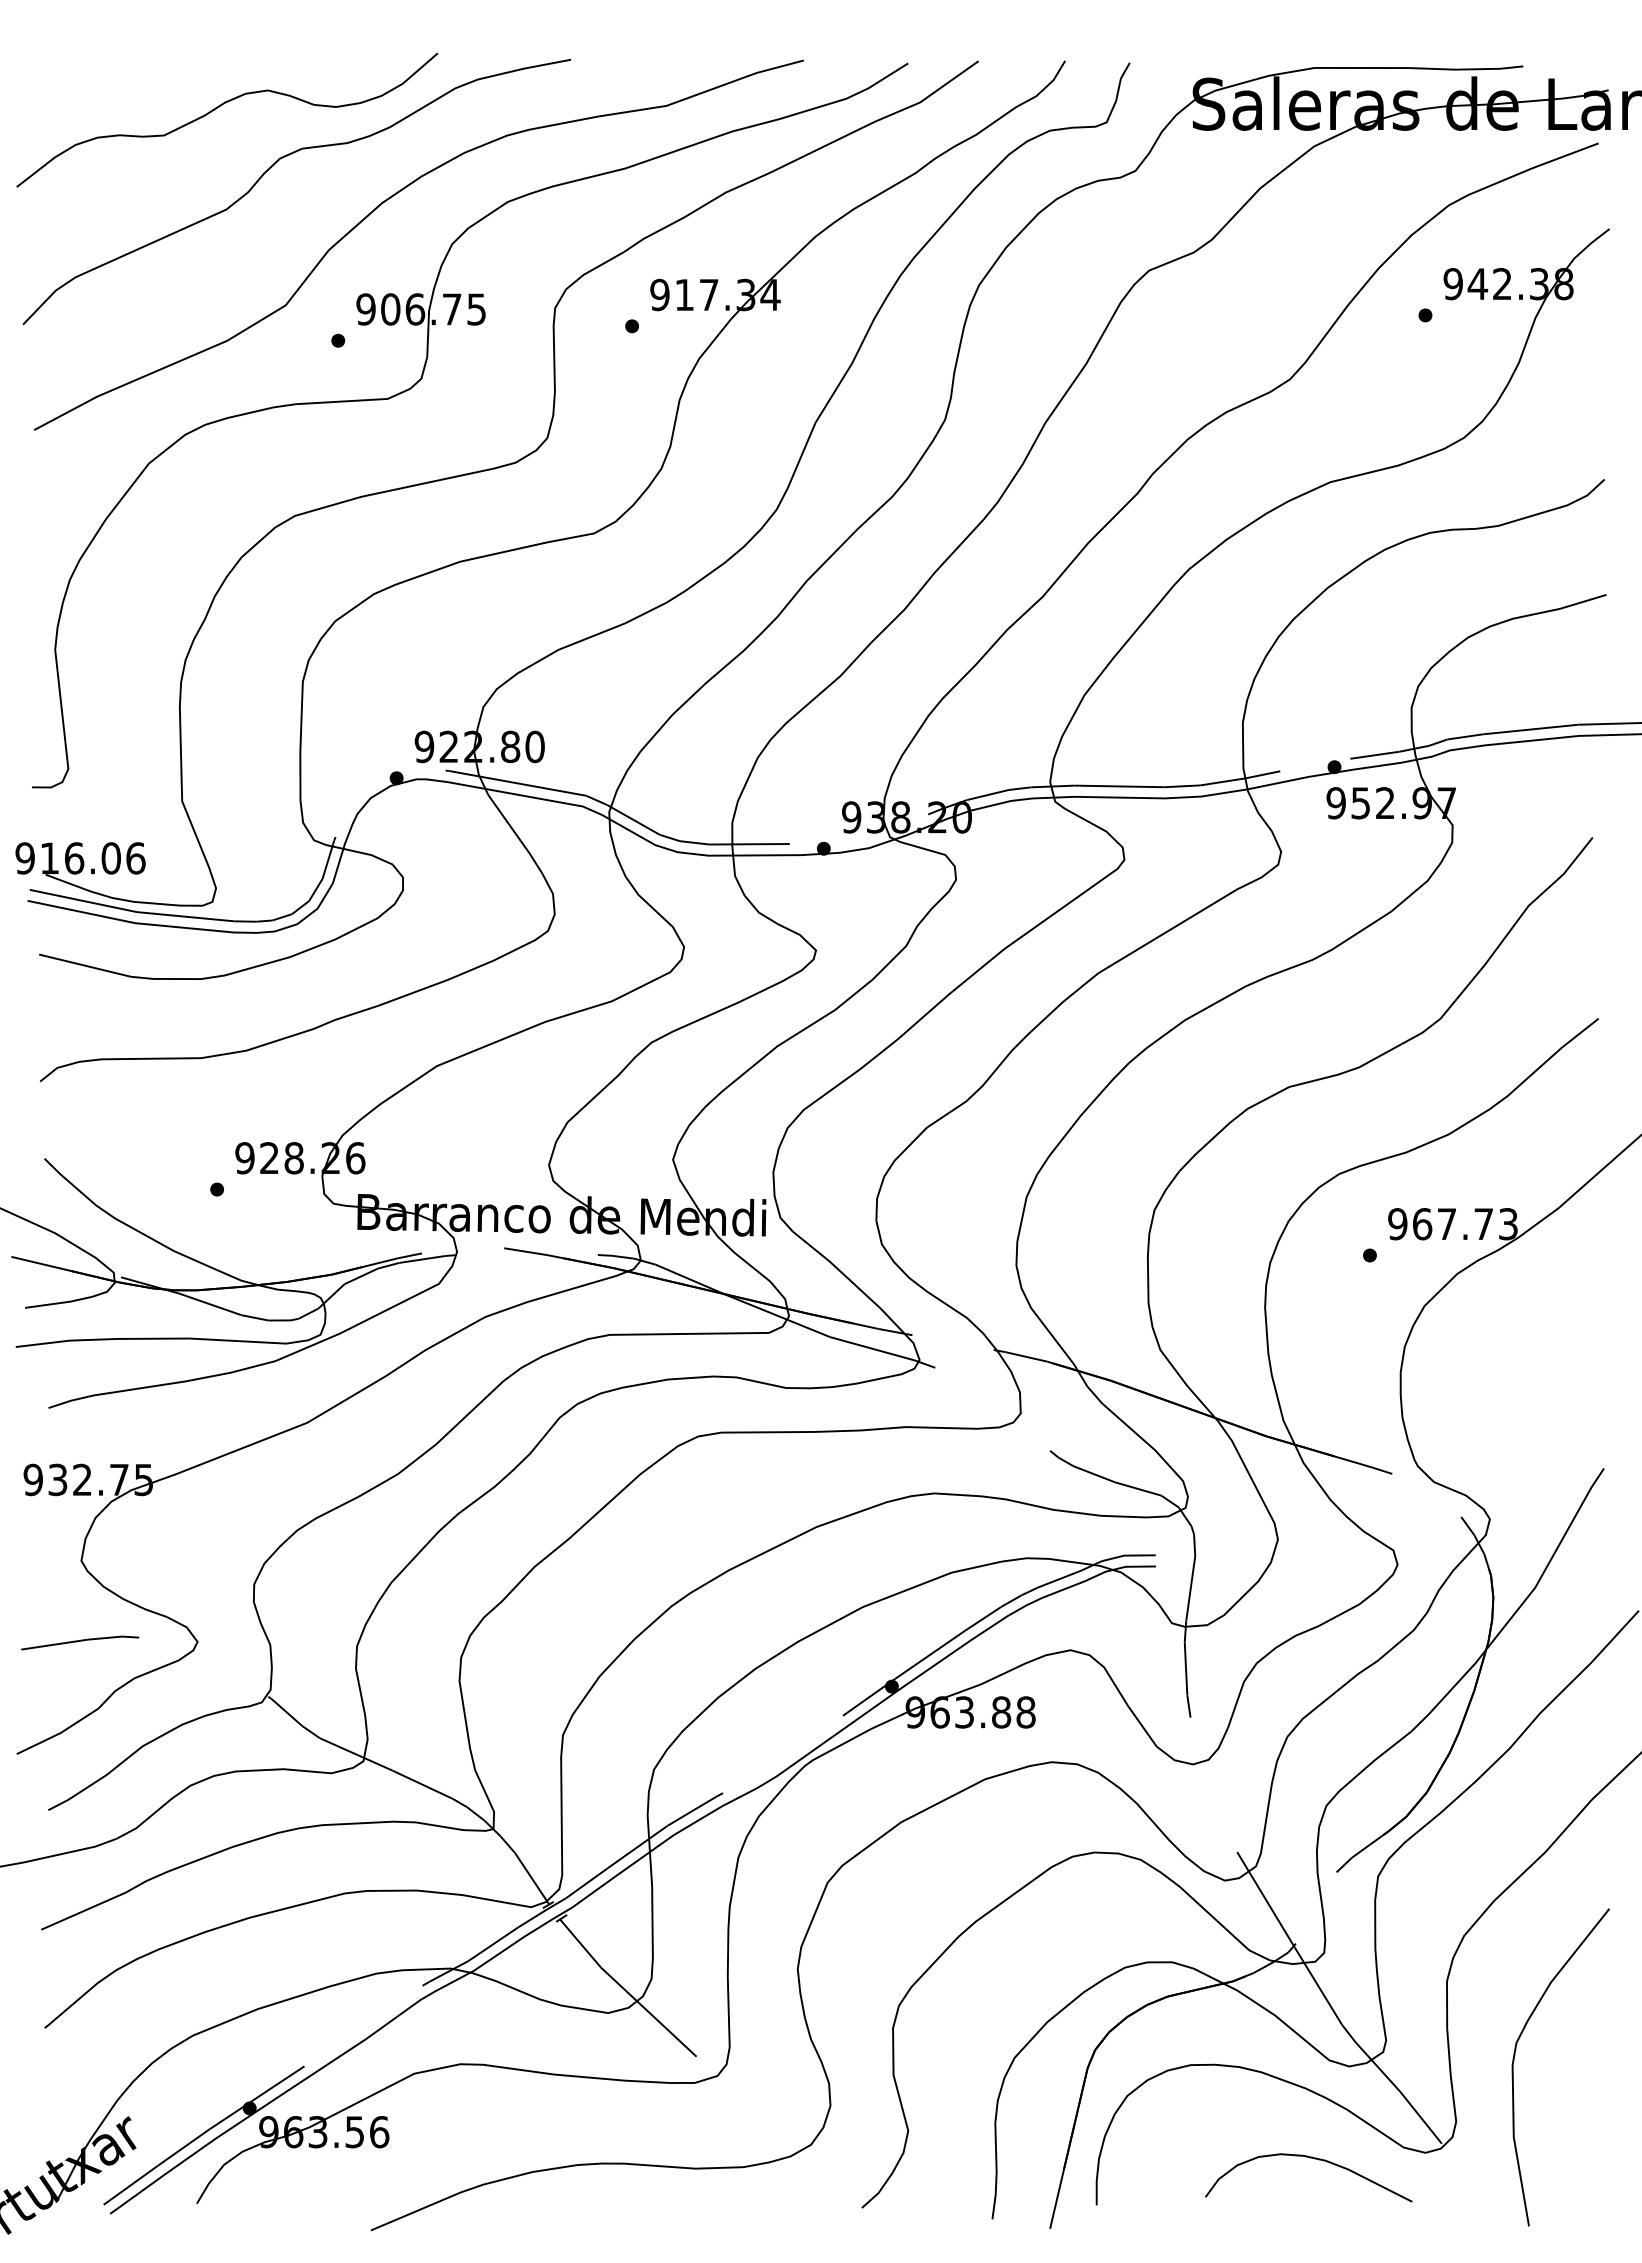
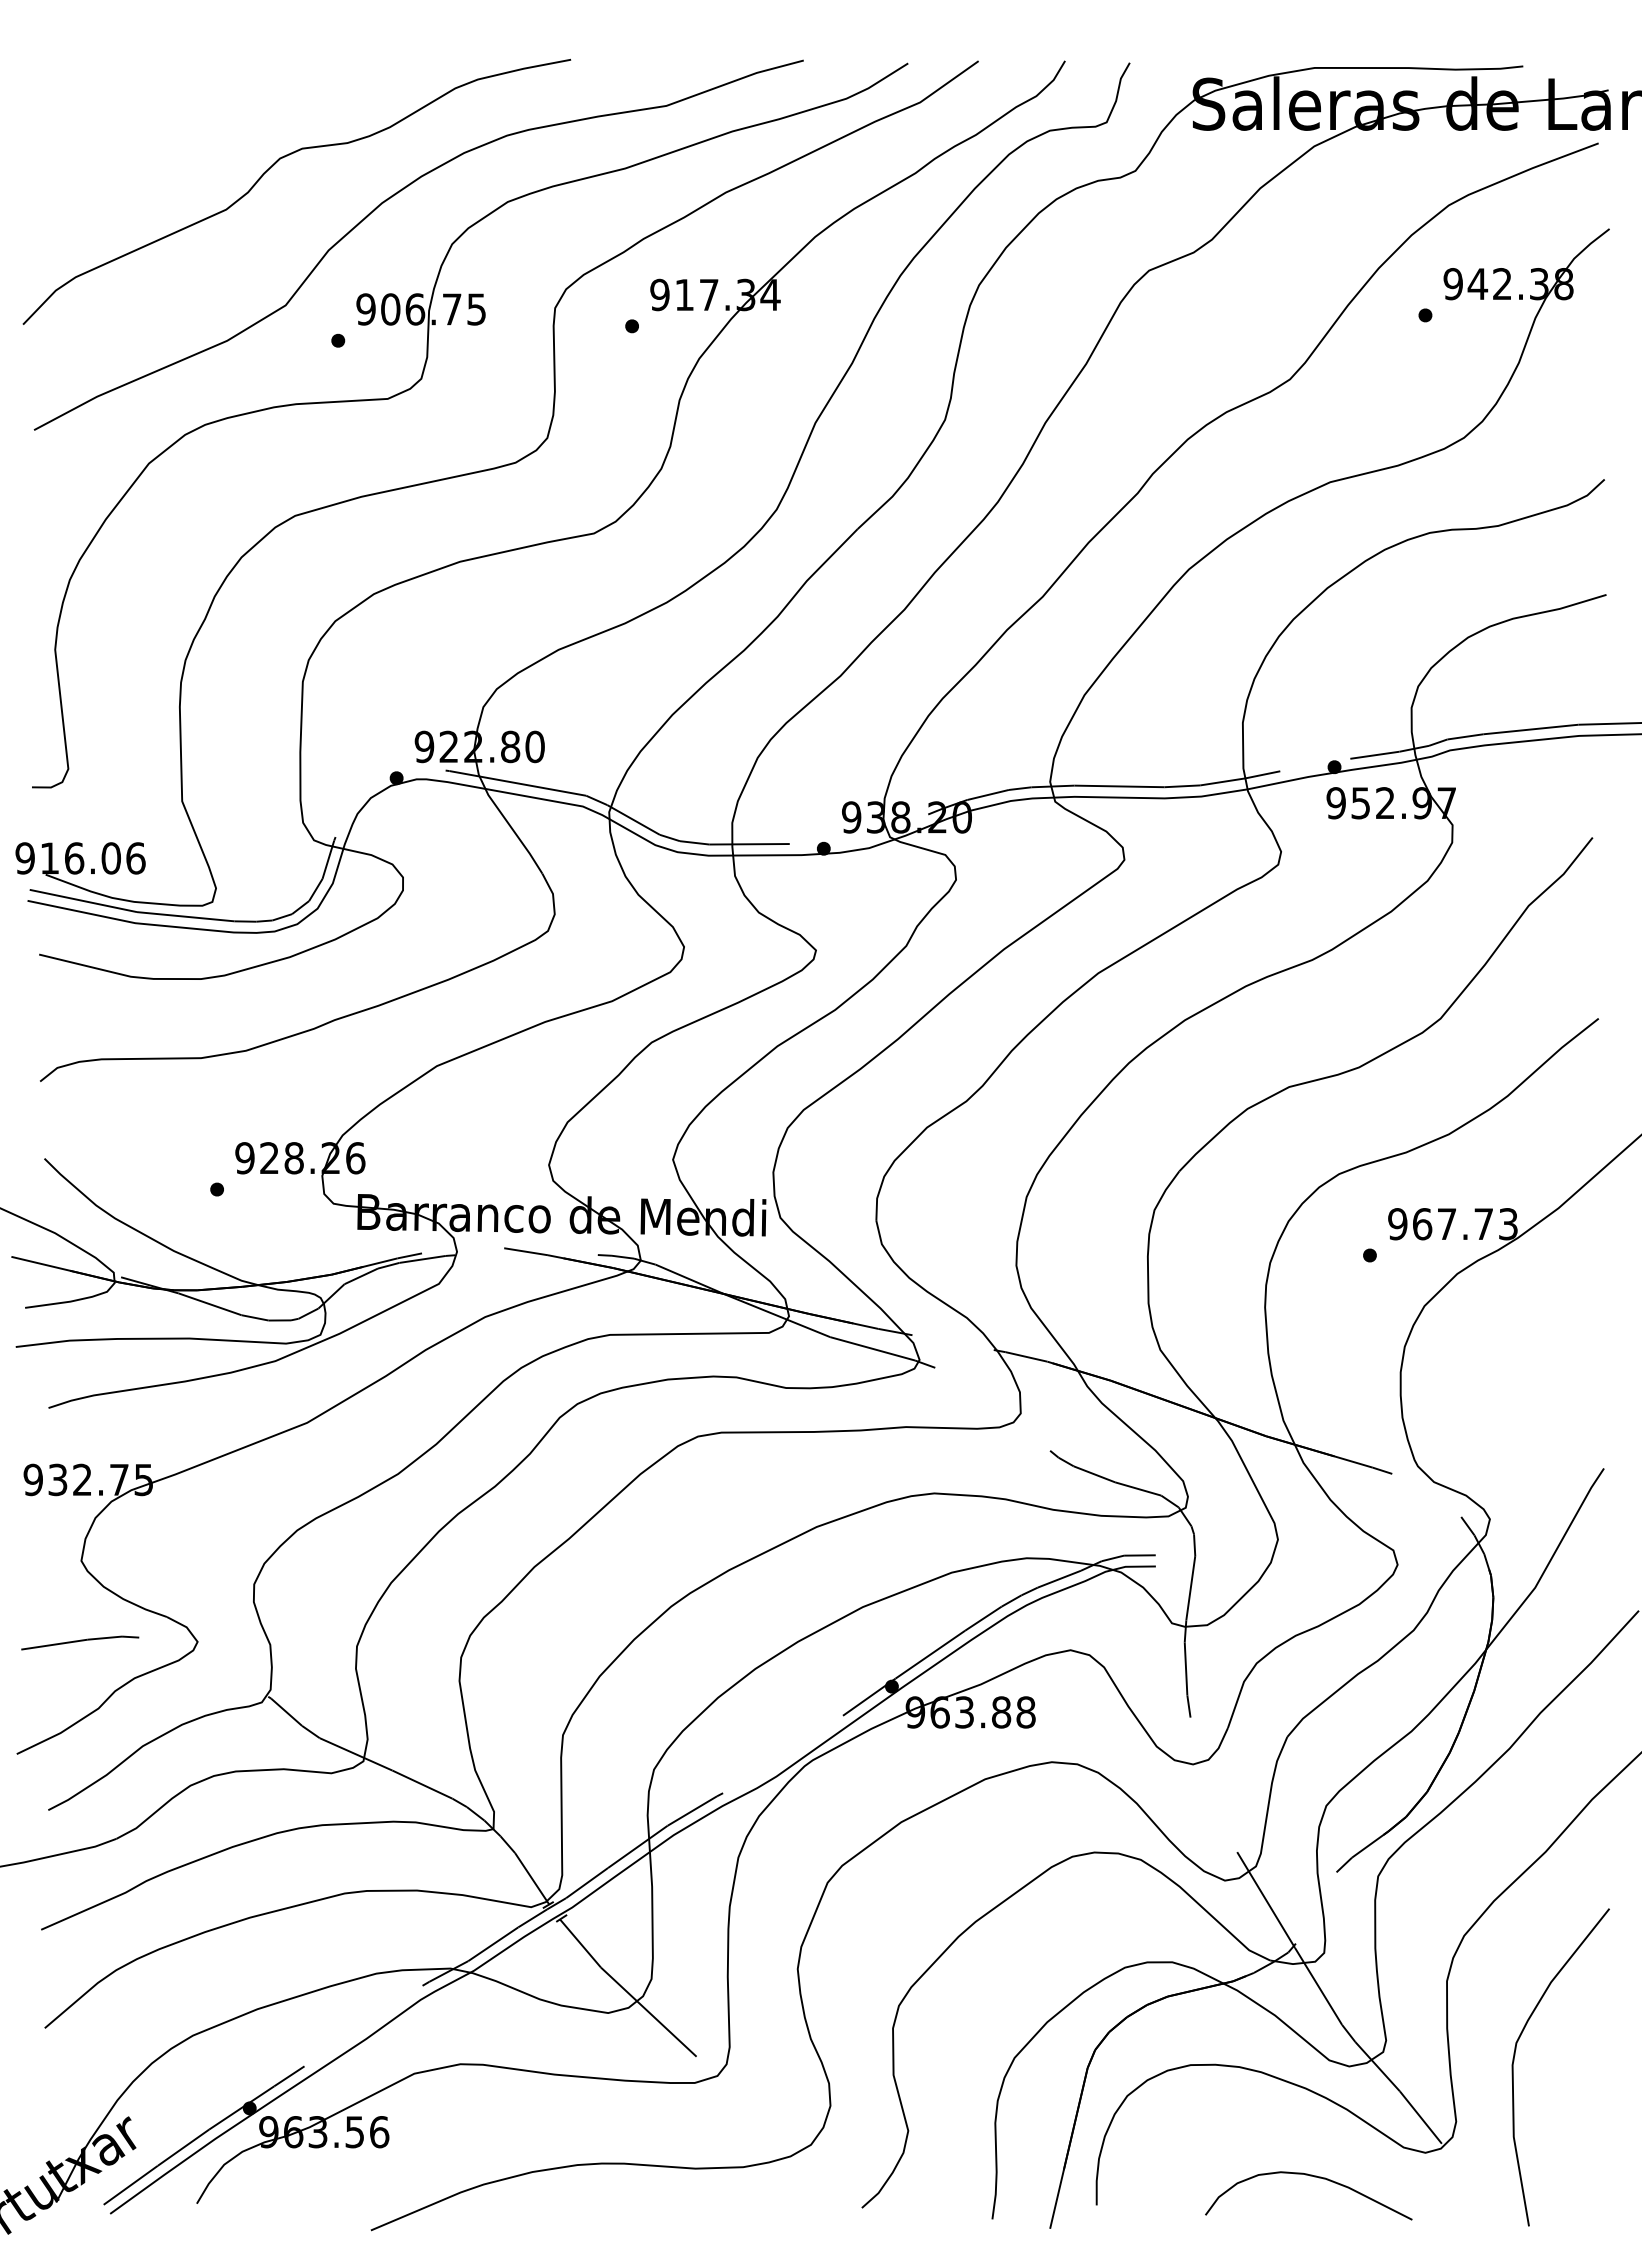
curve at (219, 107): present -> none
curve at (1314, 2159) position: (1314, 2159) -> (1314, 2177)
